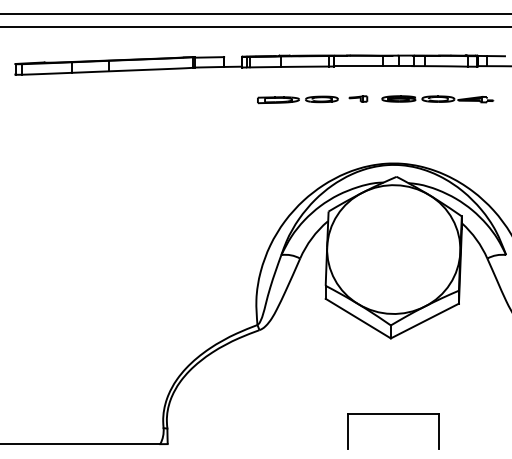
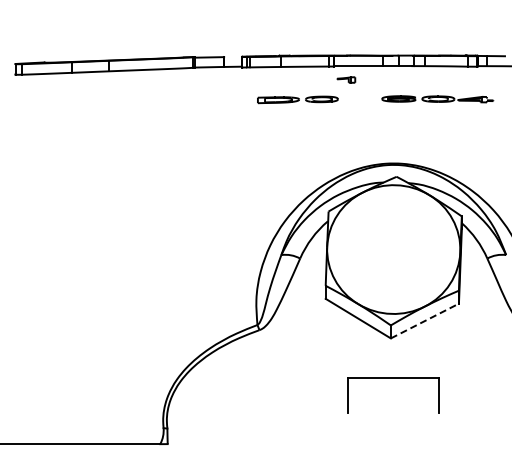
line at (255, 13): present -> none
line at (255, 27): present -> none
part at (358, 98) position: (358, 98) -> (346, 79)
line at (425, 320): solid -> dashed
part at (393, 414) position: (393, 414) -> (393, 378)
